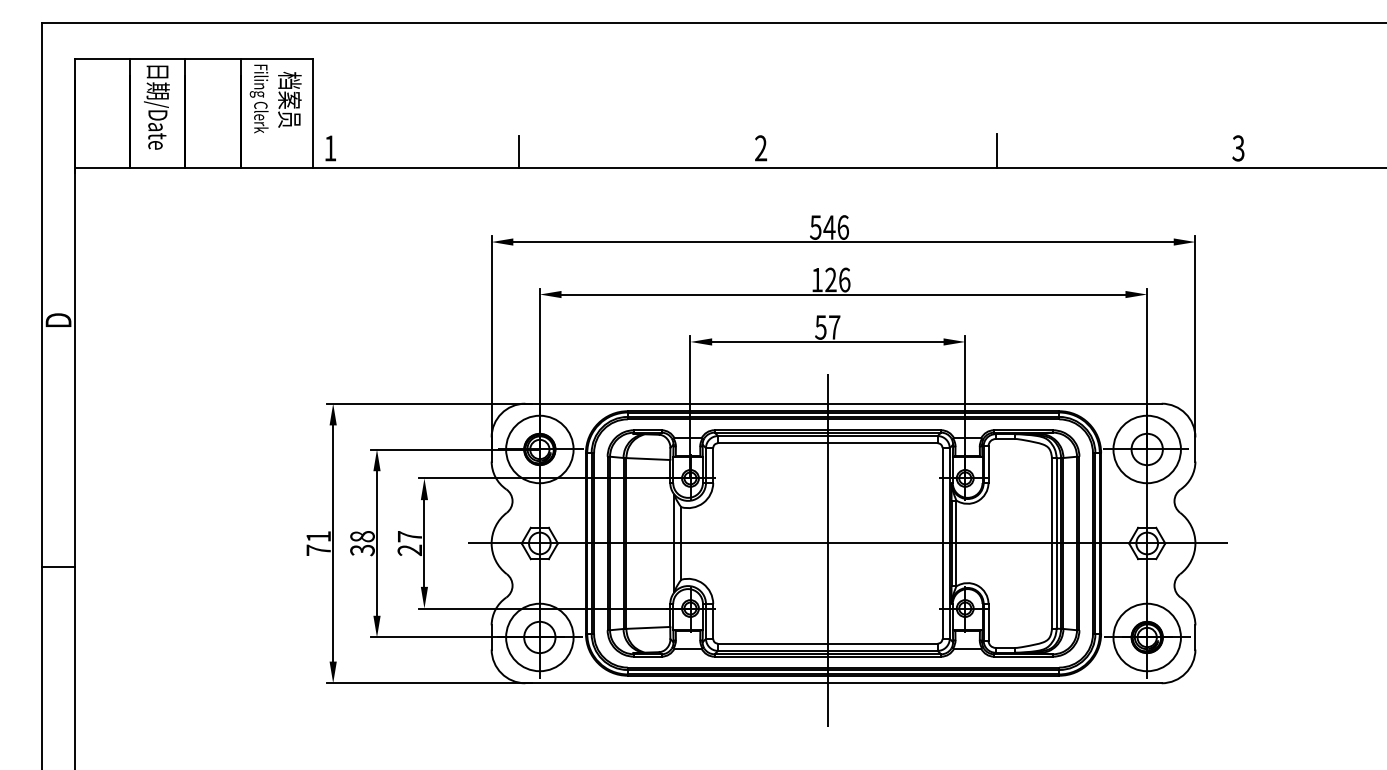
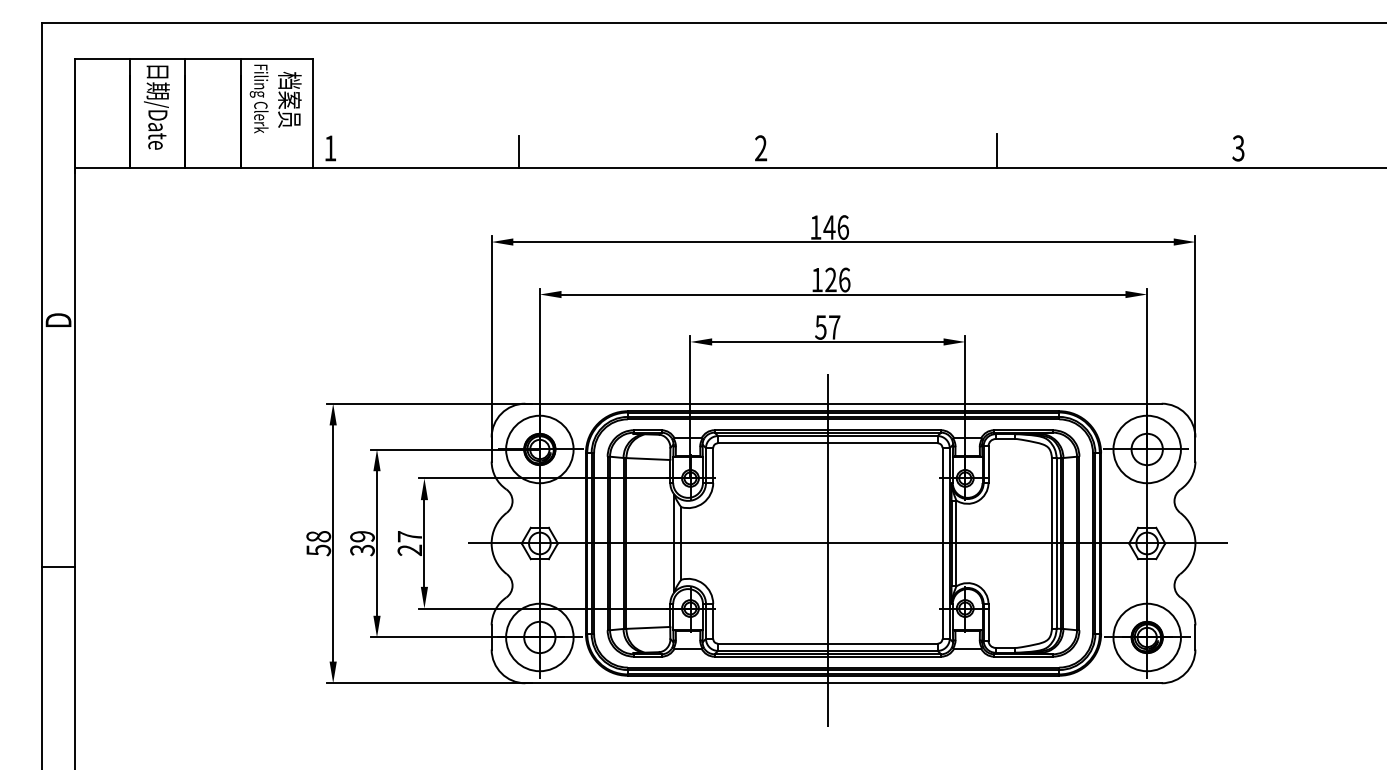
text at (815, 227): 546 -> 146
text at (362, 536): 38 -> 39
text at (318, 543): 71 -> 58
